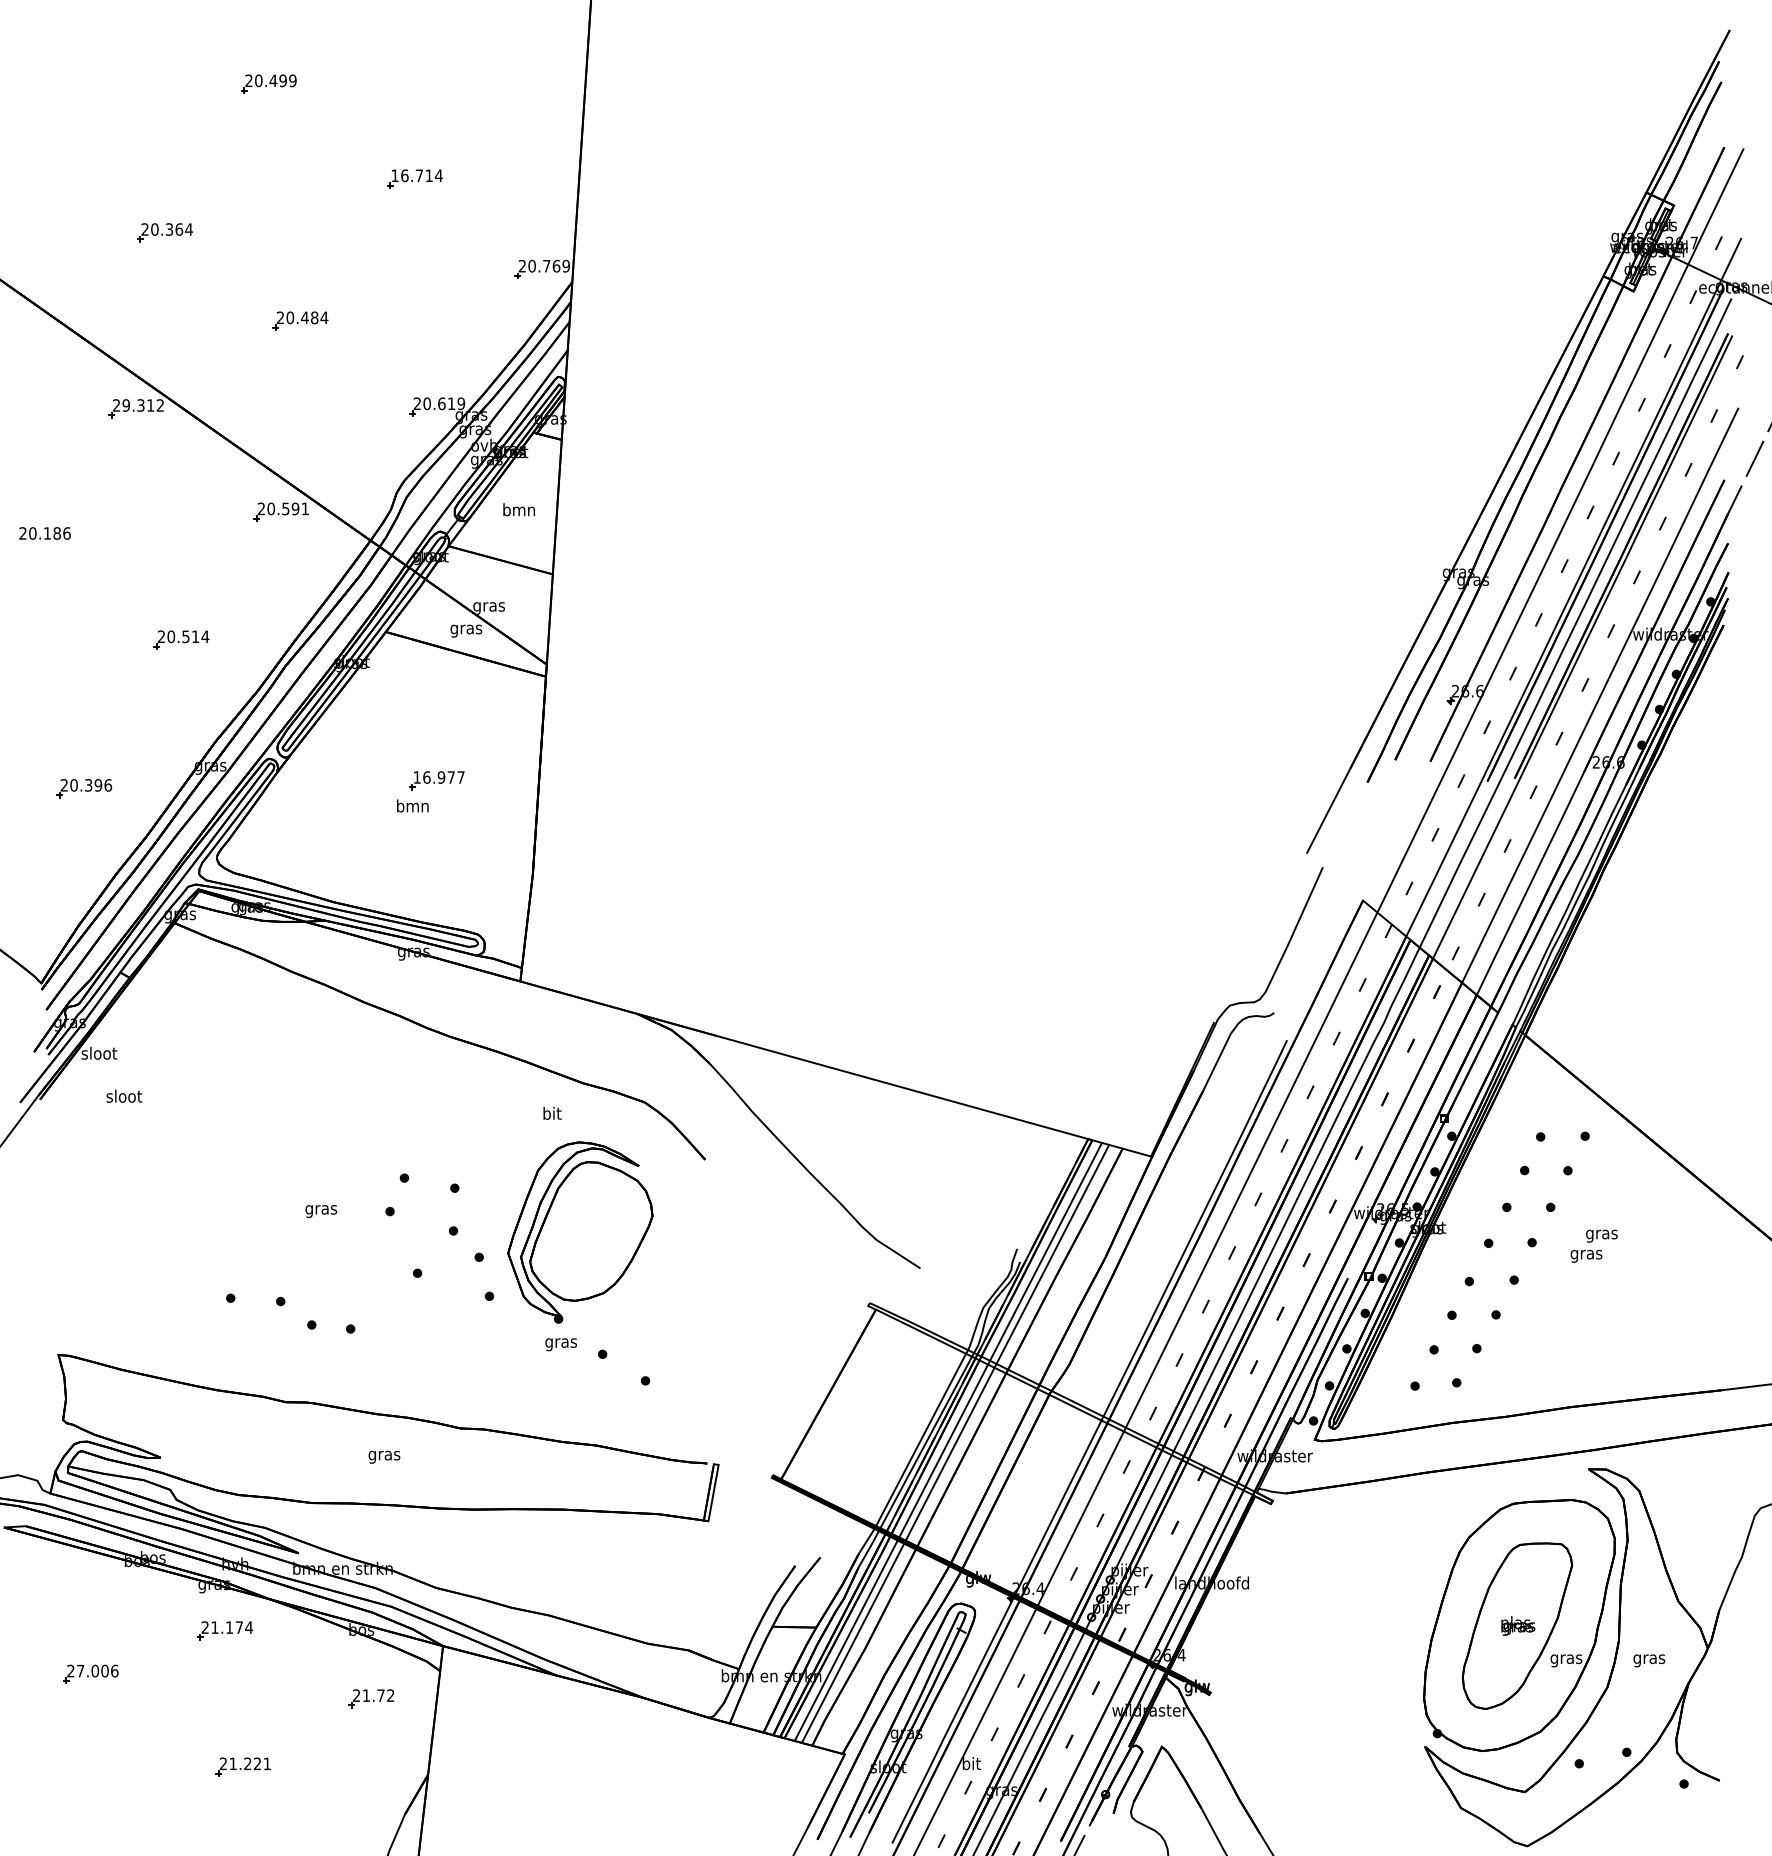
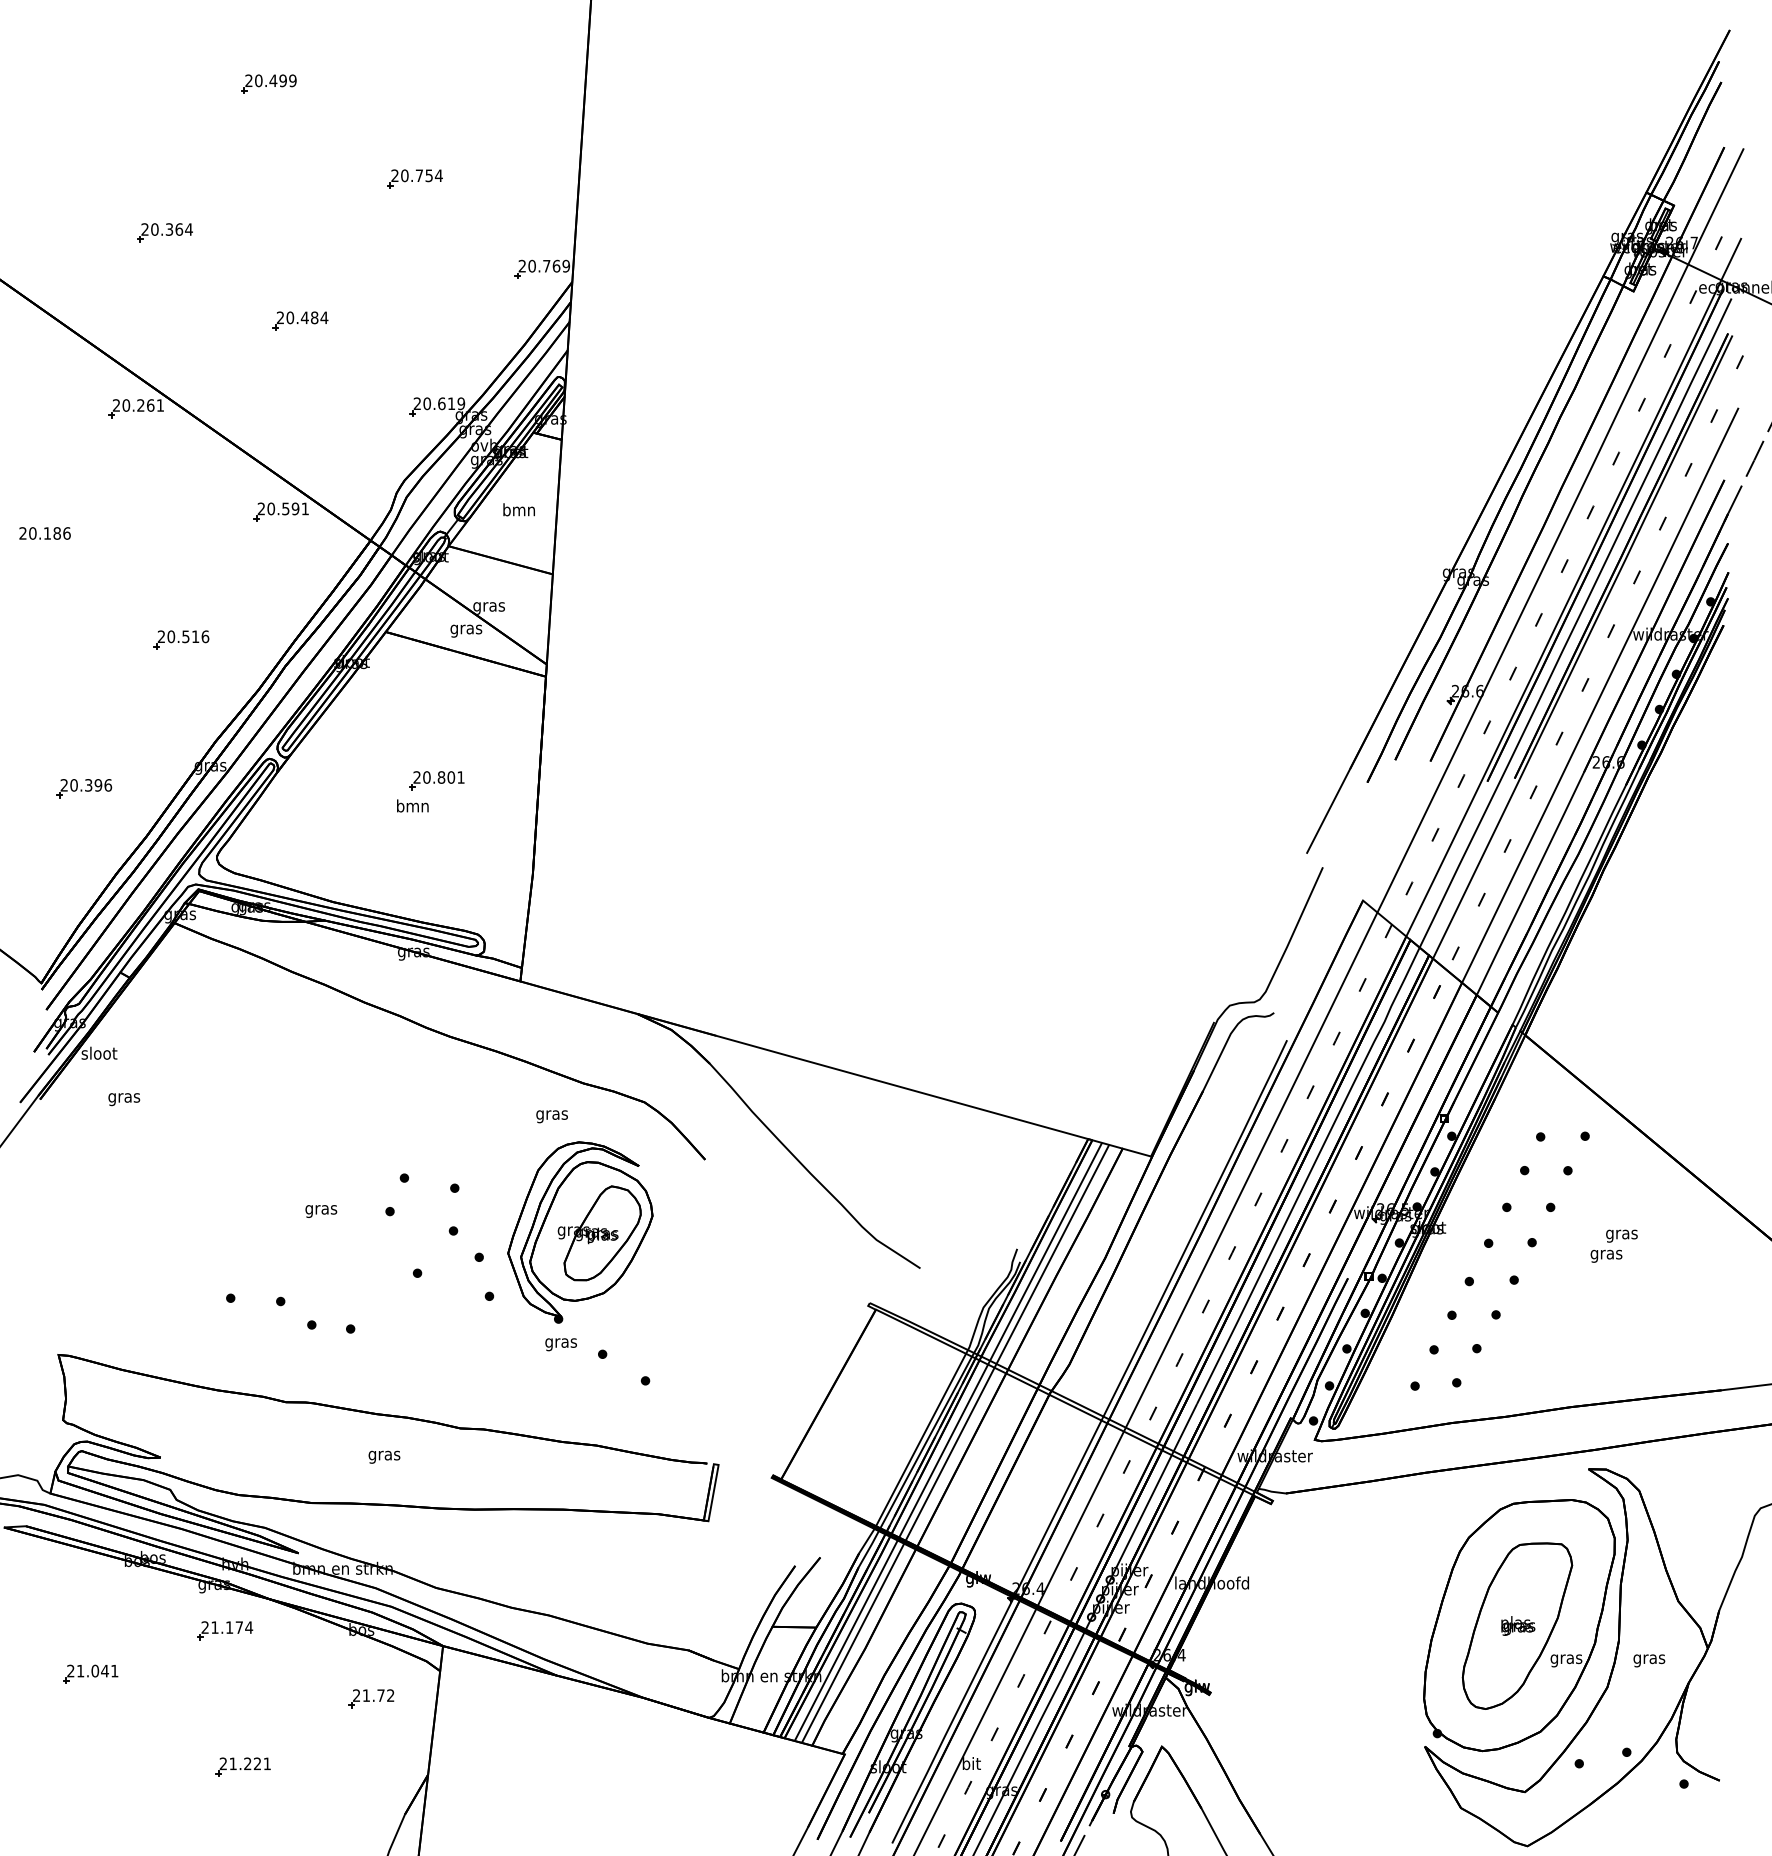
text at (411, 175): 16.714 -> 20.754
text at (142, 405): 29.312 -> 20.261
text at (205, 636): 20.514 -> 20.516
text at (438, 777): 16.977 -> 20.801
text at (124, 1097): sloot -> gras
text at (551, 1114): bit -> gras
part at (599, 1233): none -> present
text at (1593, 1245) position: (1593, 1245) -> (1613, 1245)
text at (97, 1670): 27.006 -> 21.041
